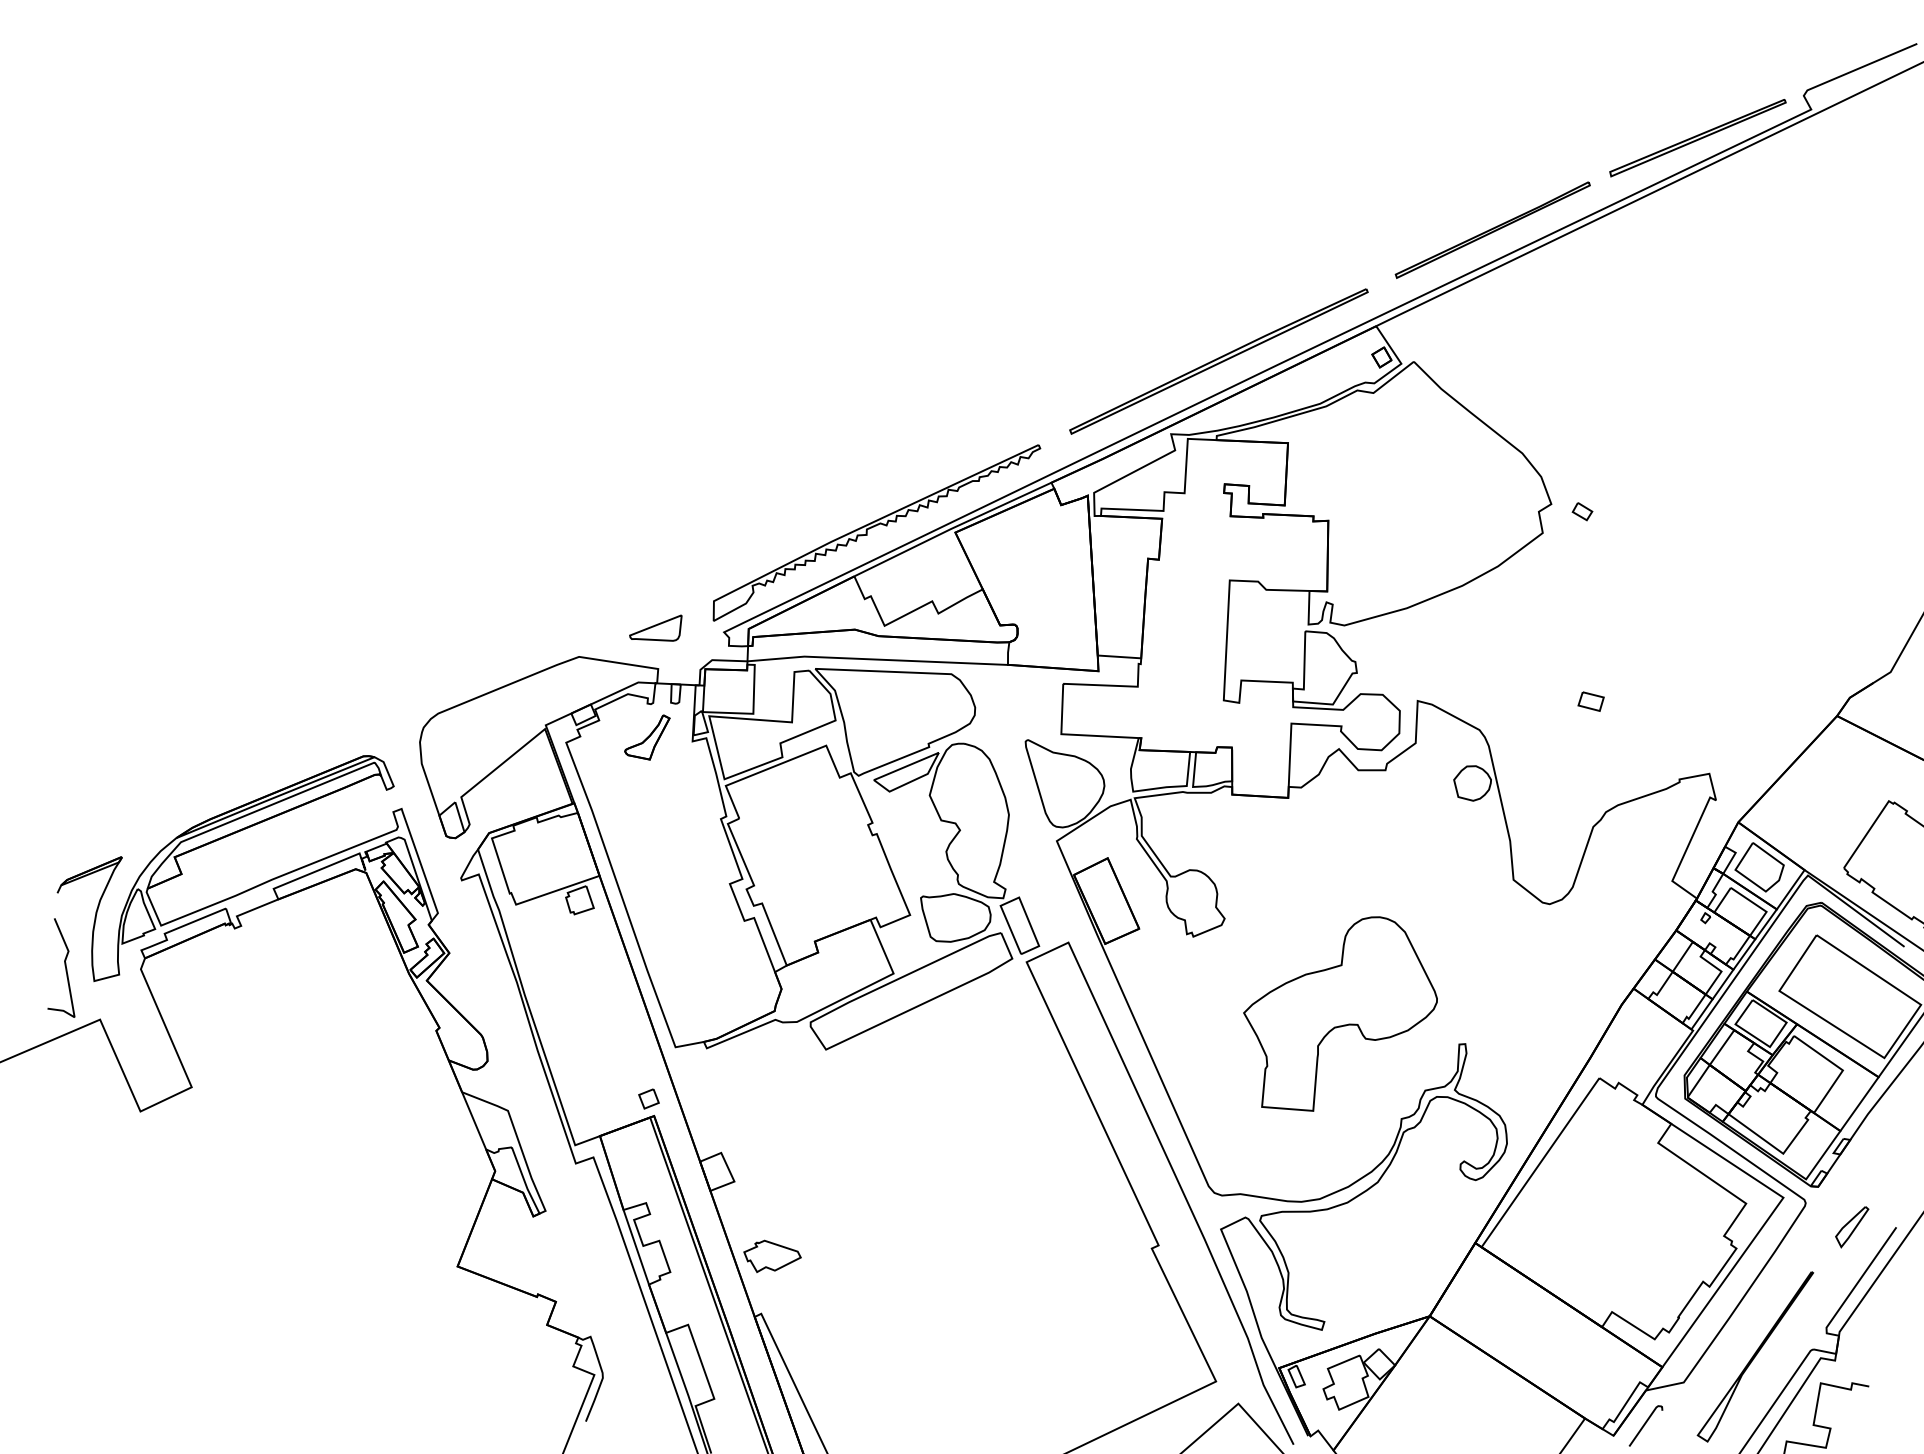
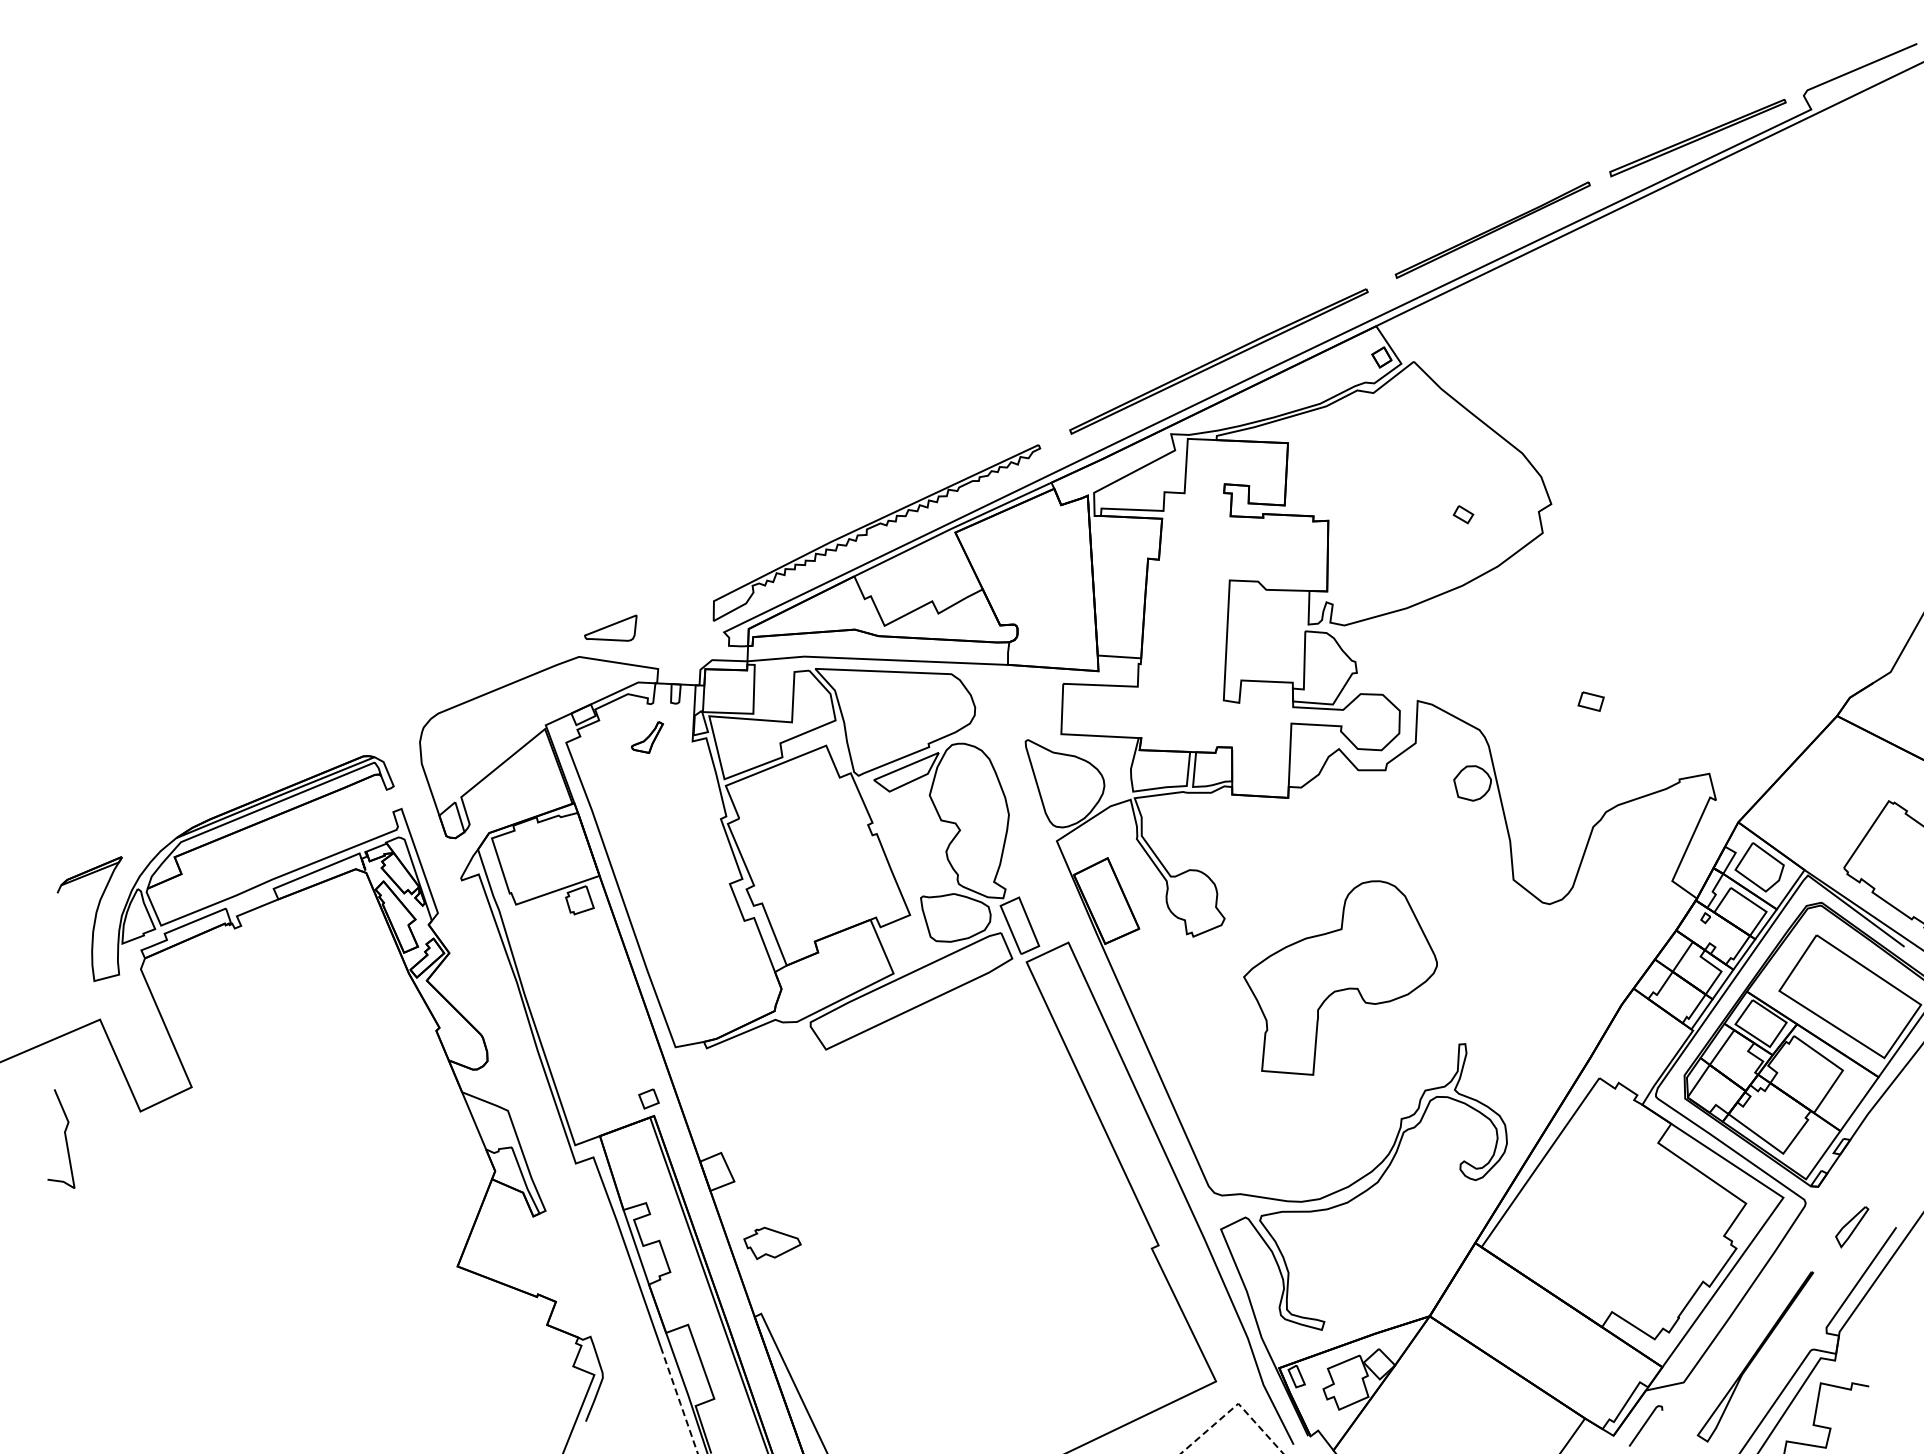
part at (1582, 511) position: (1582, 511) -> (1463, 514)
part at (655, 627) position: (655, 627) -> (610, 627)
part at (647, 737) size: 47x47 px -> 34x33 px
curve at (64, 965) position: (64, 965) -> (64, 1136)
part at (1340, 1013) position: (1340, 1013) -> (1340, 977)
part at (772, 1255) position: (772, 1255) -> (772, 1242)
line at (679, 1401): solid -> dashed
line at (1235, 1406): solid -> dashed
